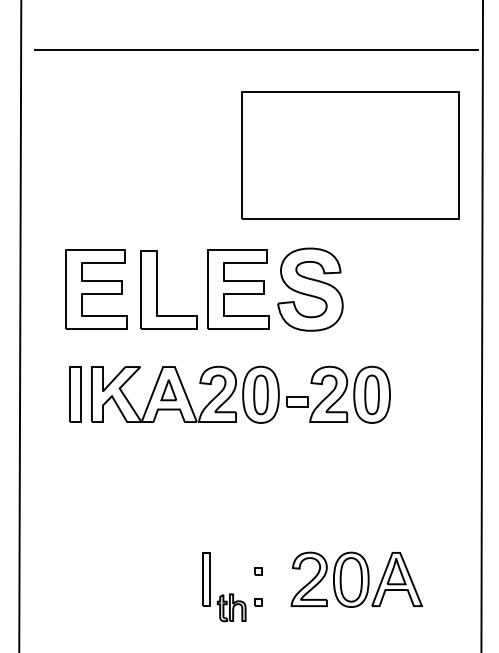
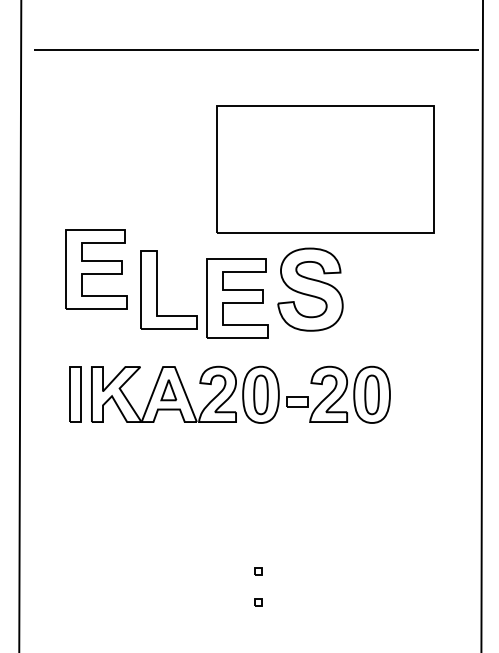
part at (350, 155) position: (350, 155) -> (325, 169)
part at (96, 289) position: (96, 289) -> (96, 269)
part at (238, 289) position: (238, 289) -> (237, 298)
part at (356, 579): present -> none
part at (223, 594): present -> none
